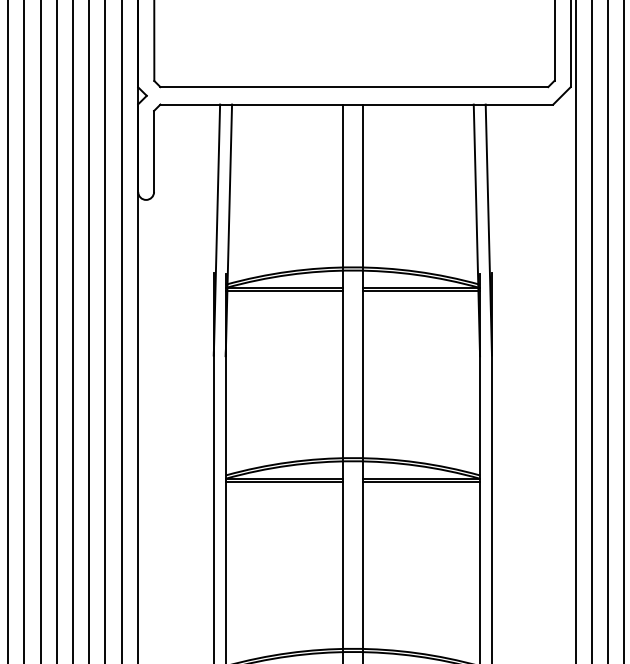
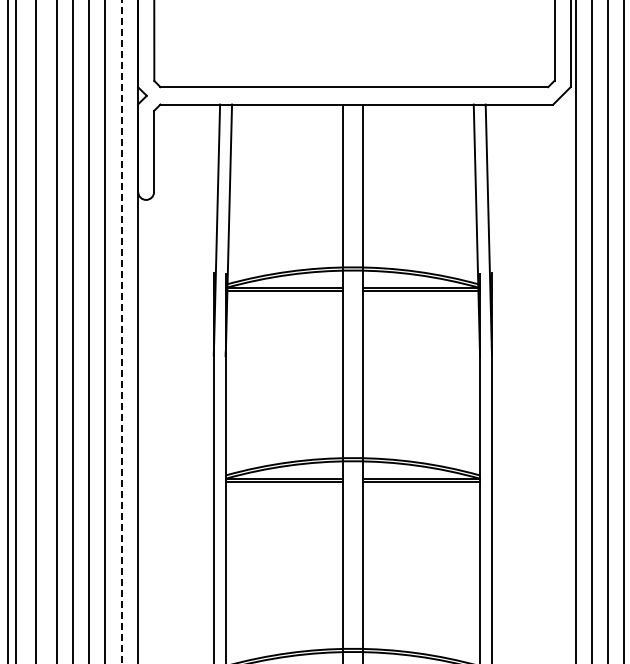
line at (24, 331) position: (24, 331) -> (16, 331)
line at (40, 331) position: (40, 331) -> (35, 331)
line at (121, 332): solid -> dashed
